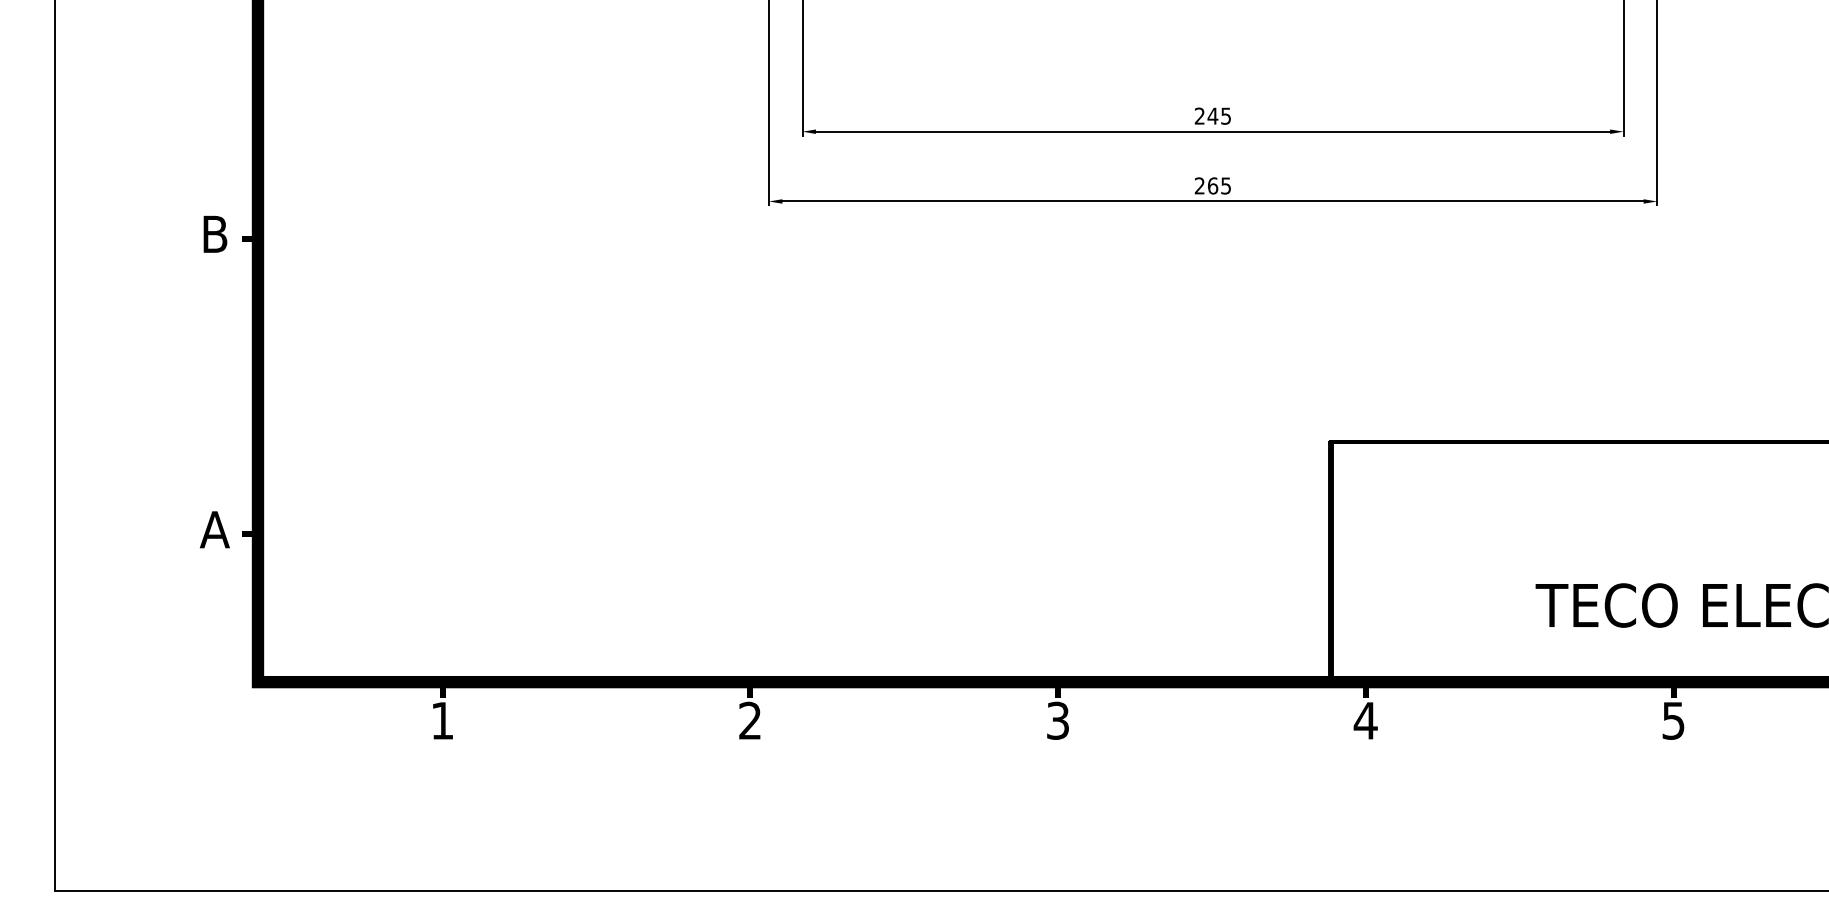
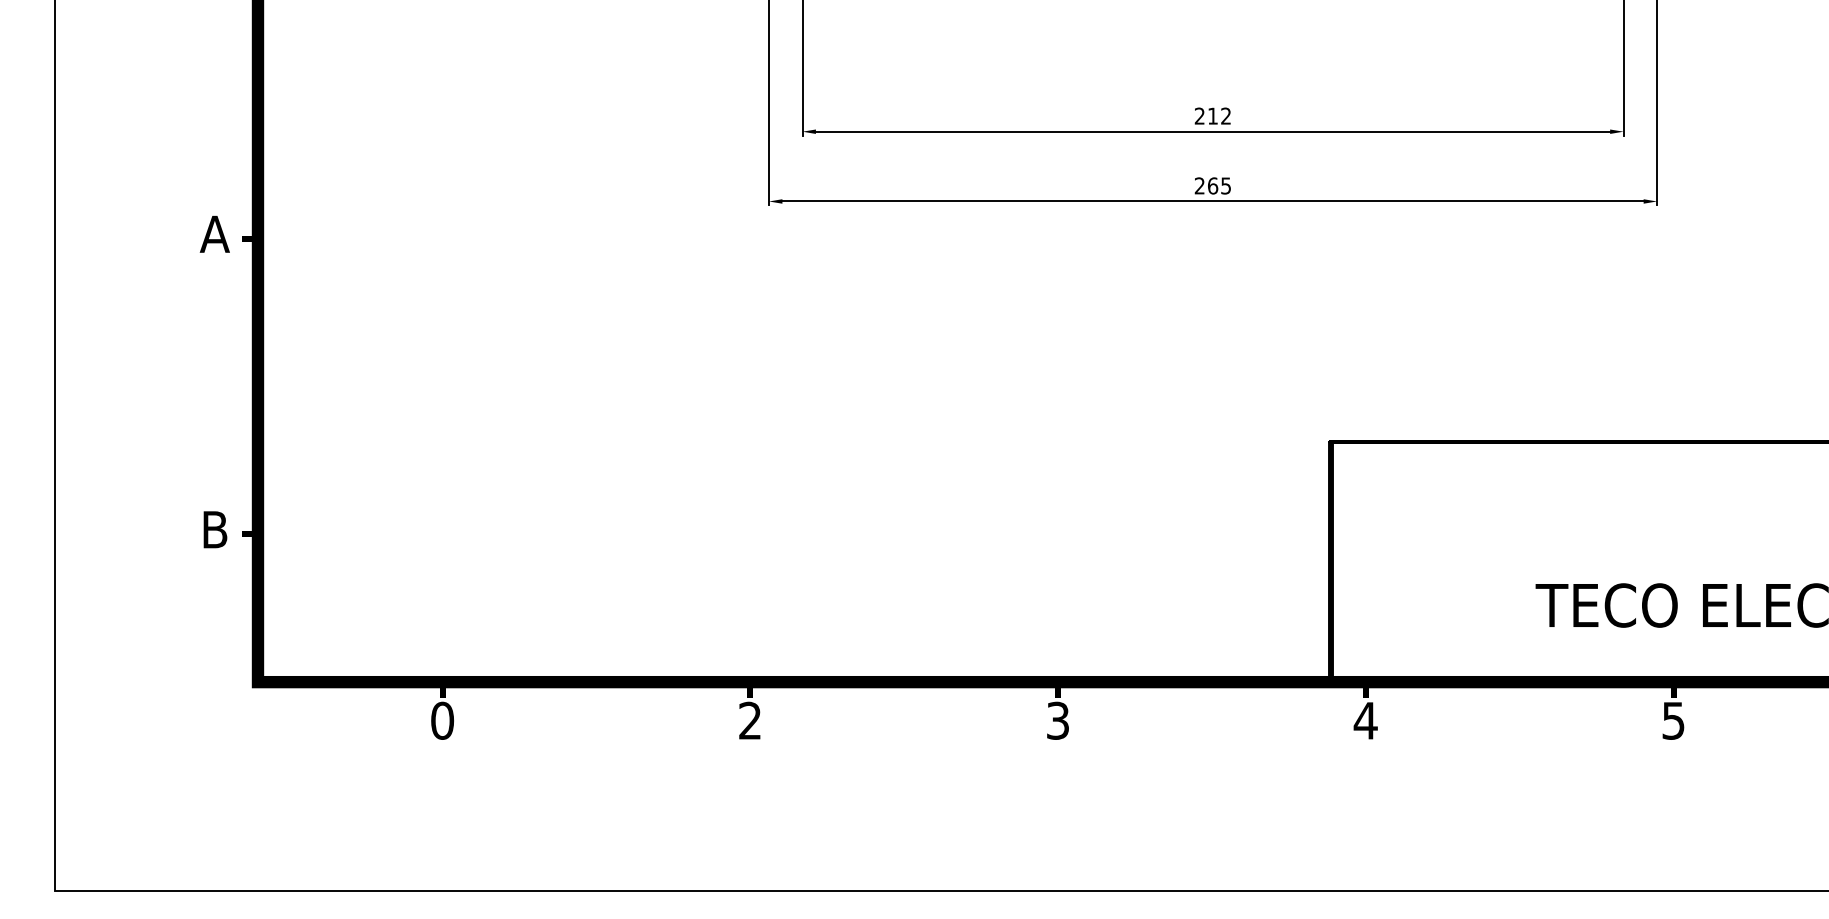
text at (1218, 115): 245 -> 212
text at (214, 233): B -> A
text at (214, 529): A -> B
text at (442, 720): 1 -> 0
